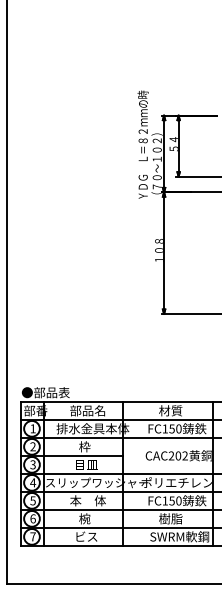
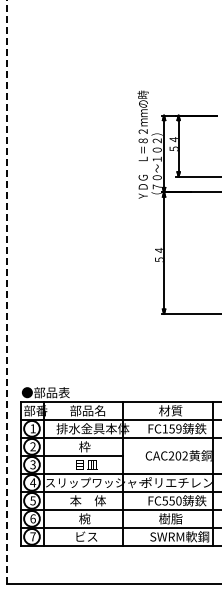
text at (158, 250): １０８ -> ５４
line at (6, 292): solid -> dashed
text at (178, 428): FC150 -> FC159
text at (164, 500): FC150 -> FC550
